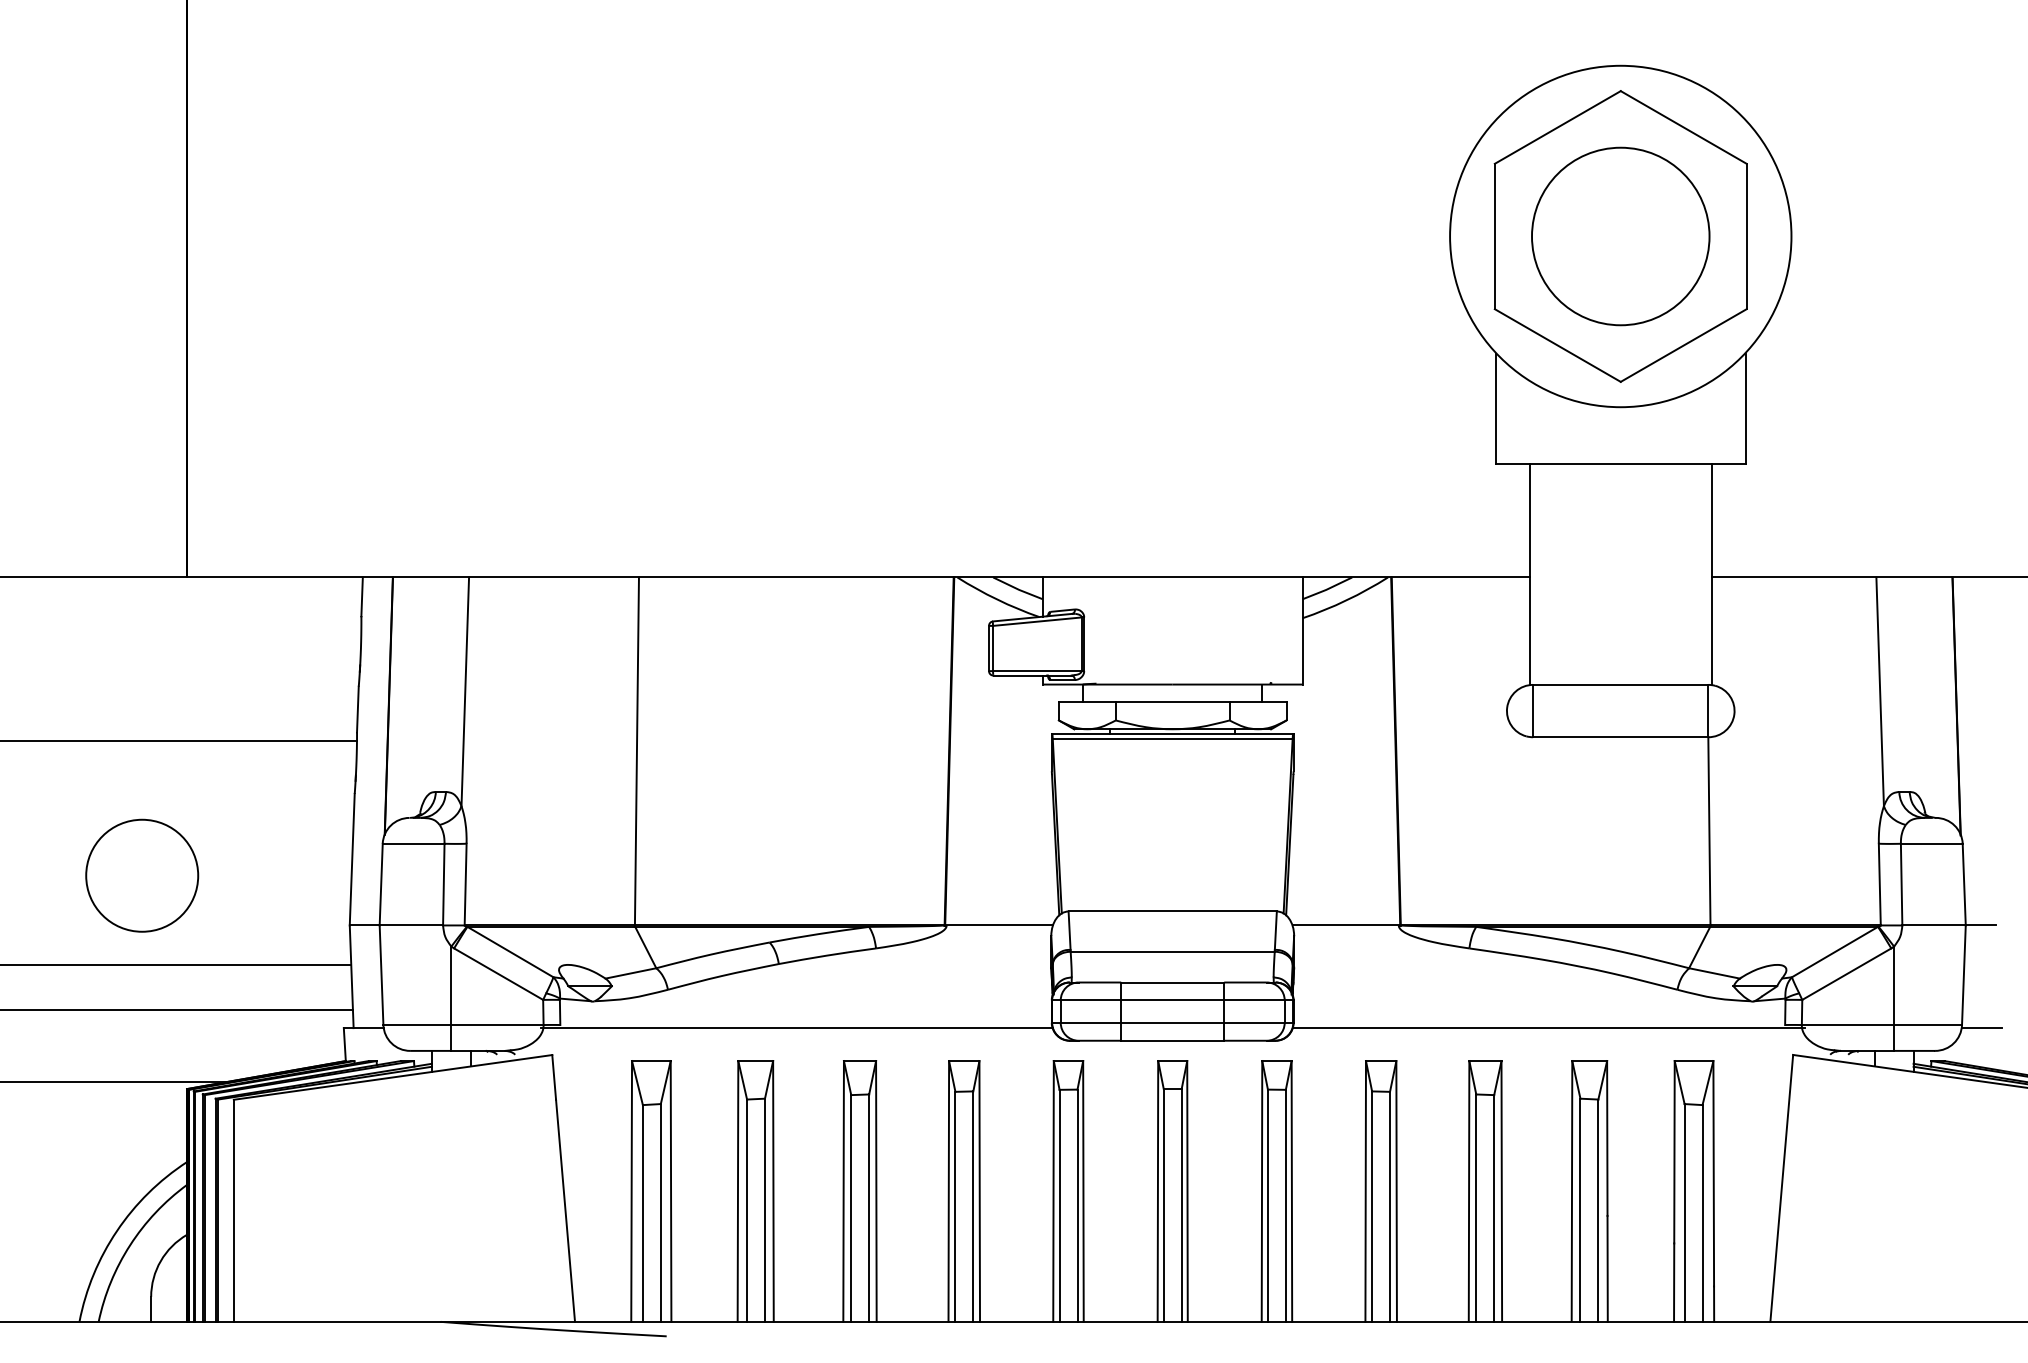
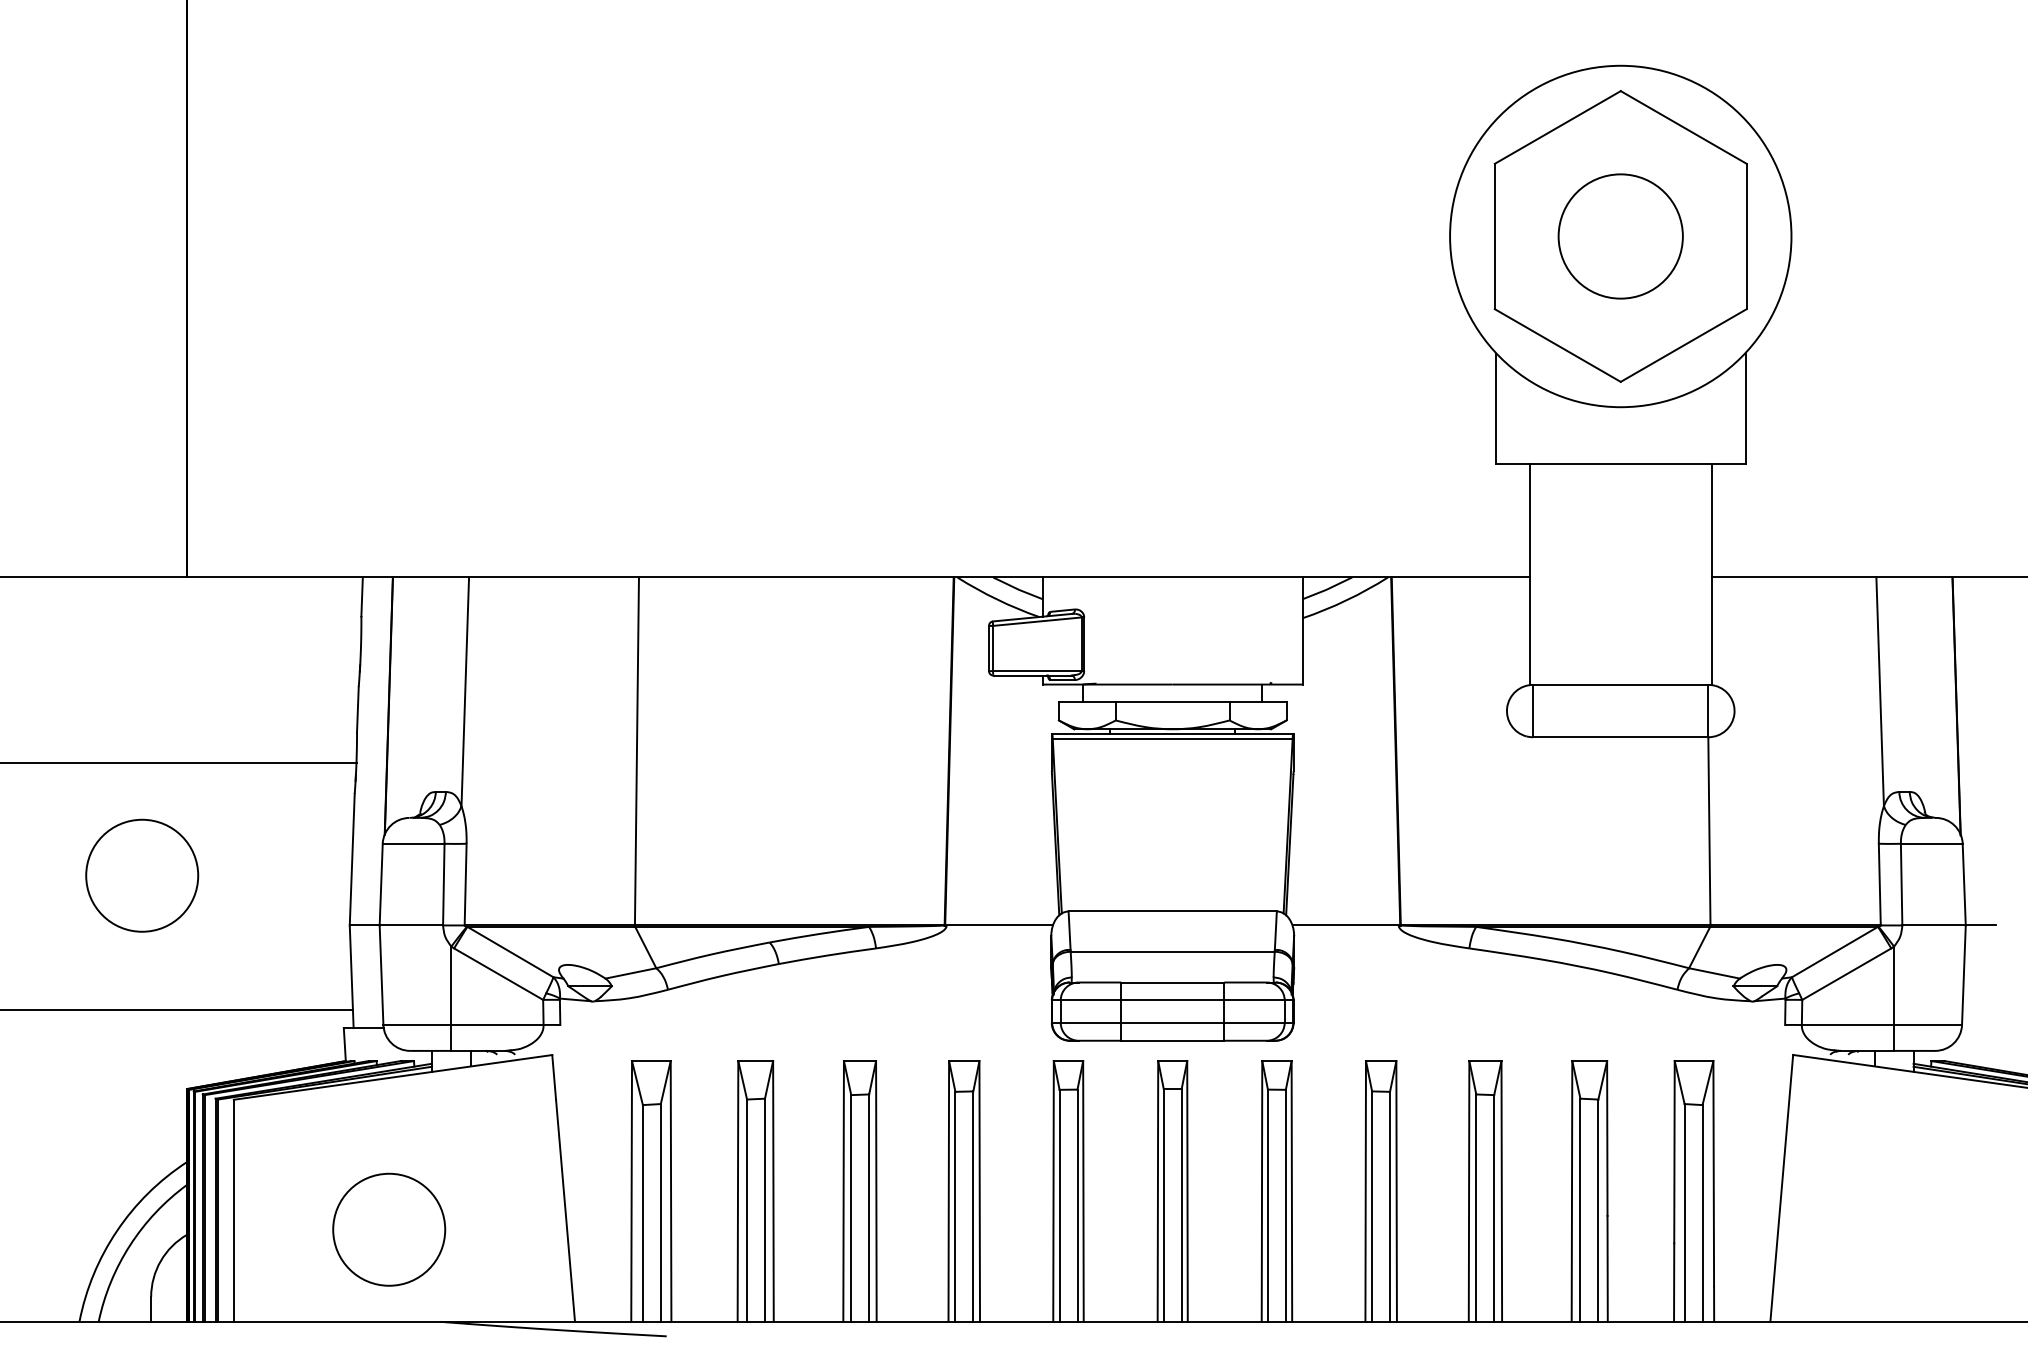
circle at (1620, 236) diameter: 178 px -> 124 px
line at (179, 741) position: (179, 741) -> (179, 763)
line at (176, 965): present -> none
line at (796, 1028): present -> none
line at (1548, 1028): present -> none
line at (1981, 1028): present -> none
line at (114, 1081): present -> none
circle at (389, 1229): none -> present
